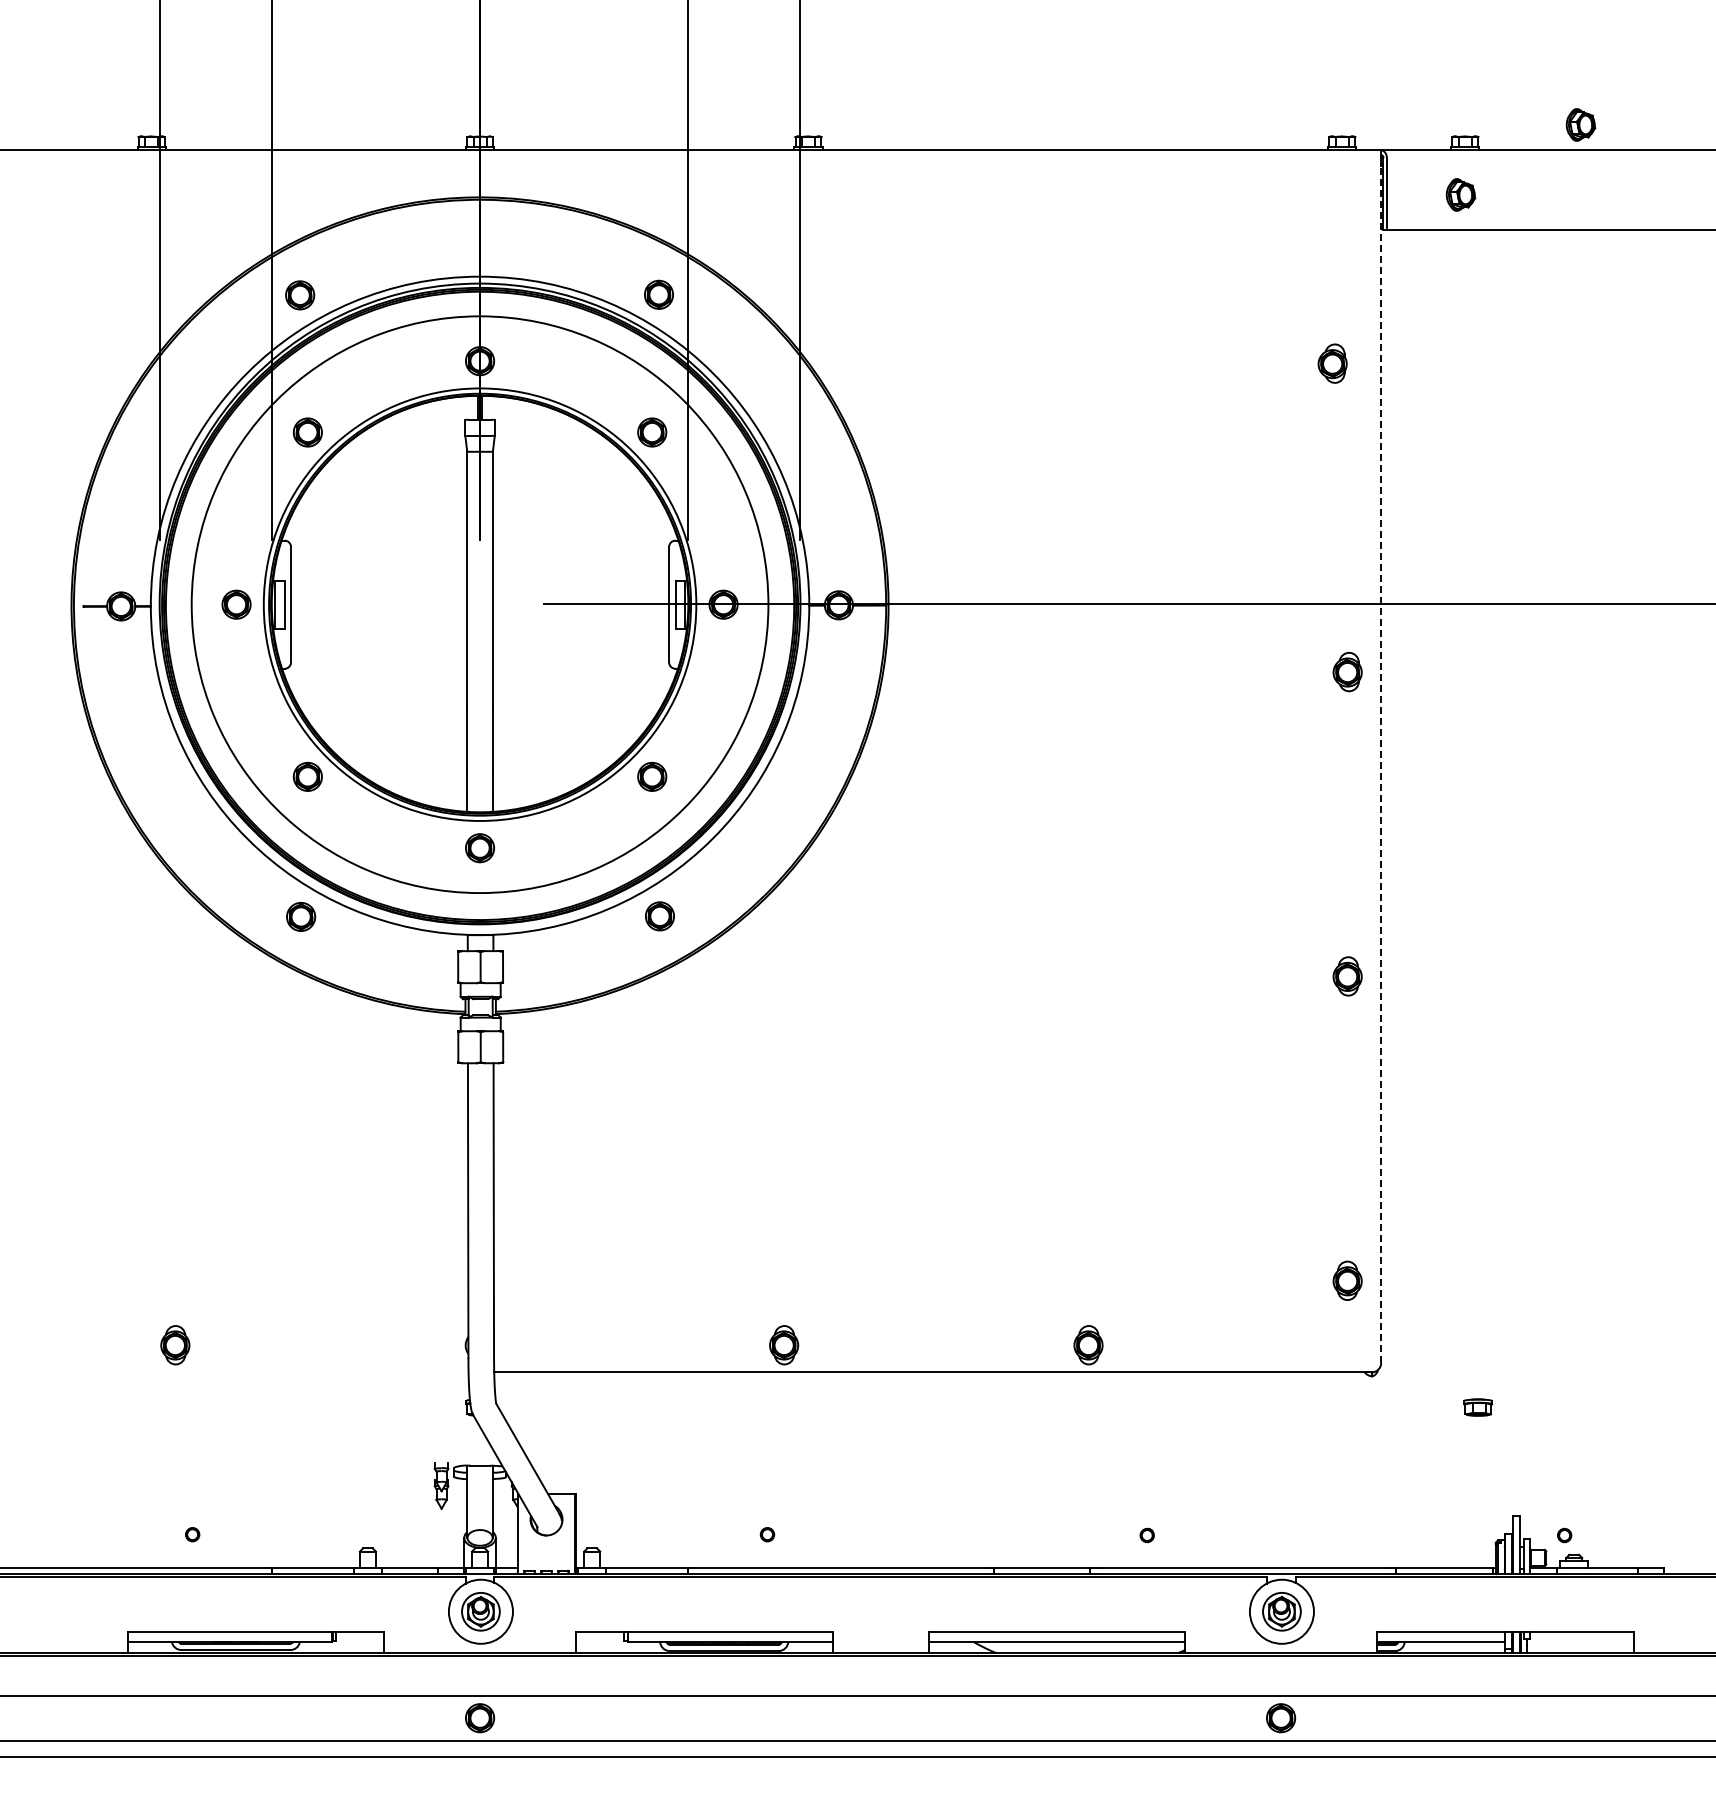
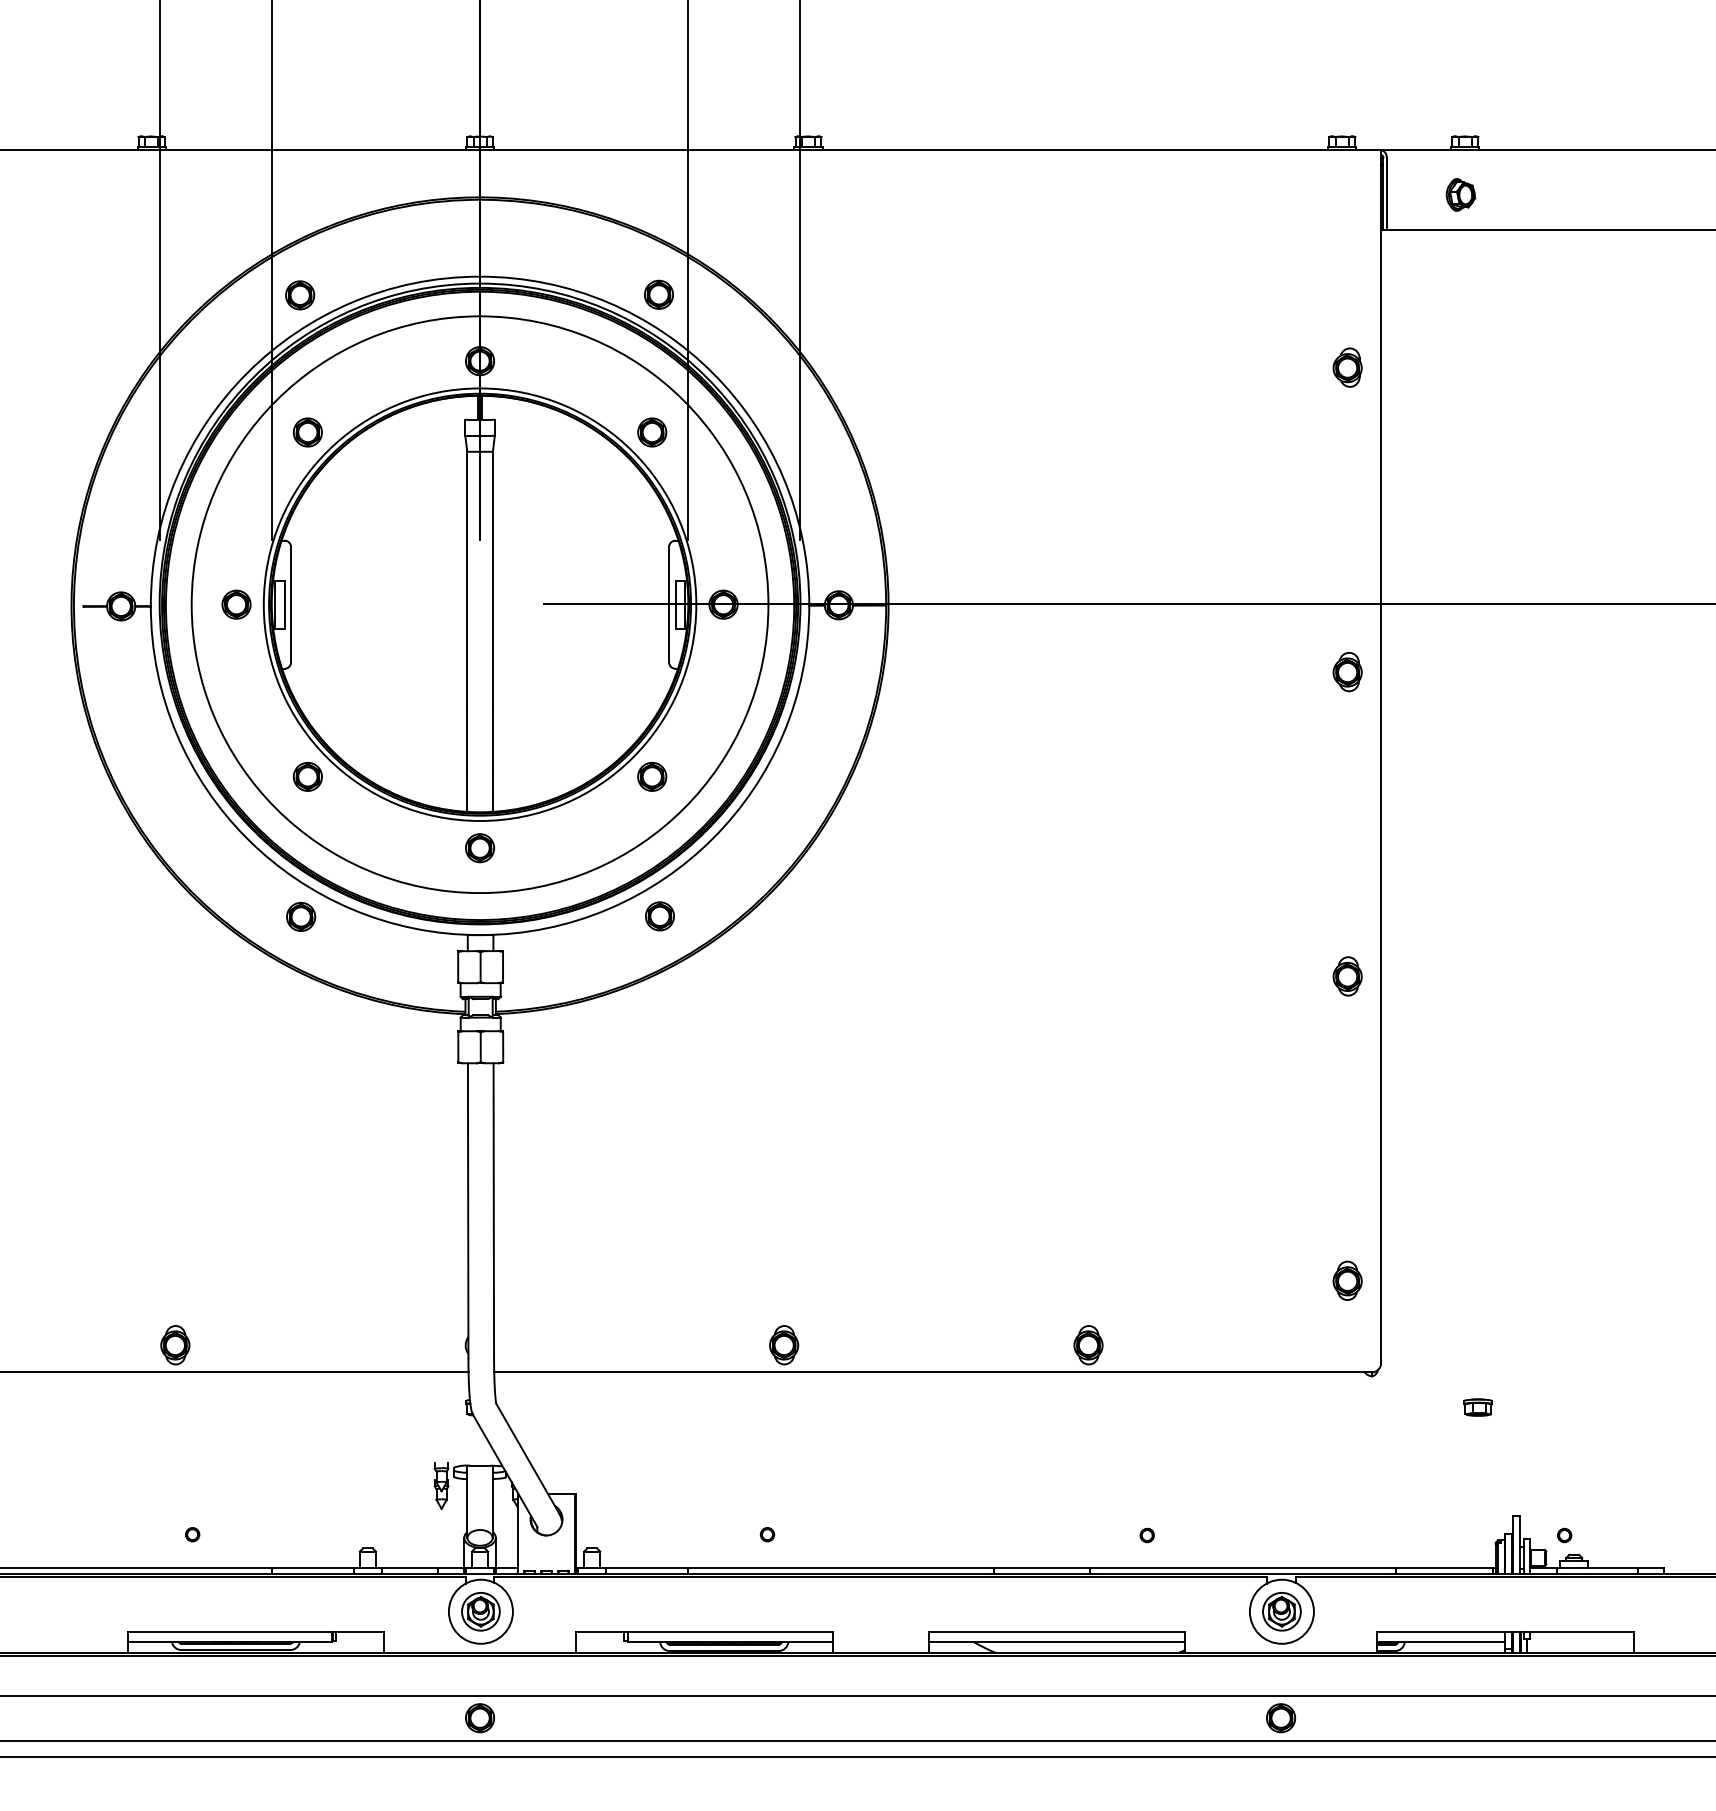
part at (1580, 124): present -> none
part at (1332, 363) position: (1332, 363) -> (1347, 367)
line at (1381, 760): dashed -> solid
line at (235, 1372): none -> present
